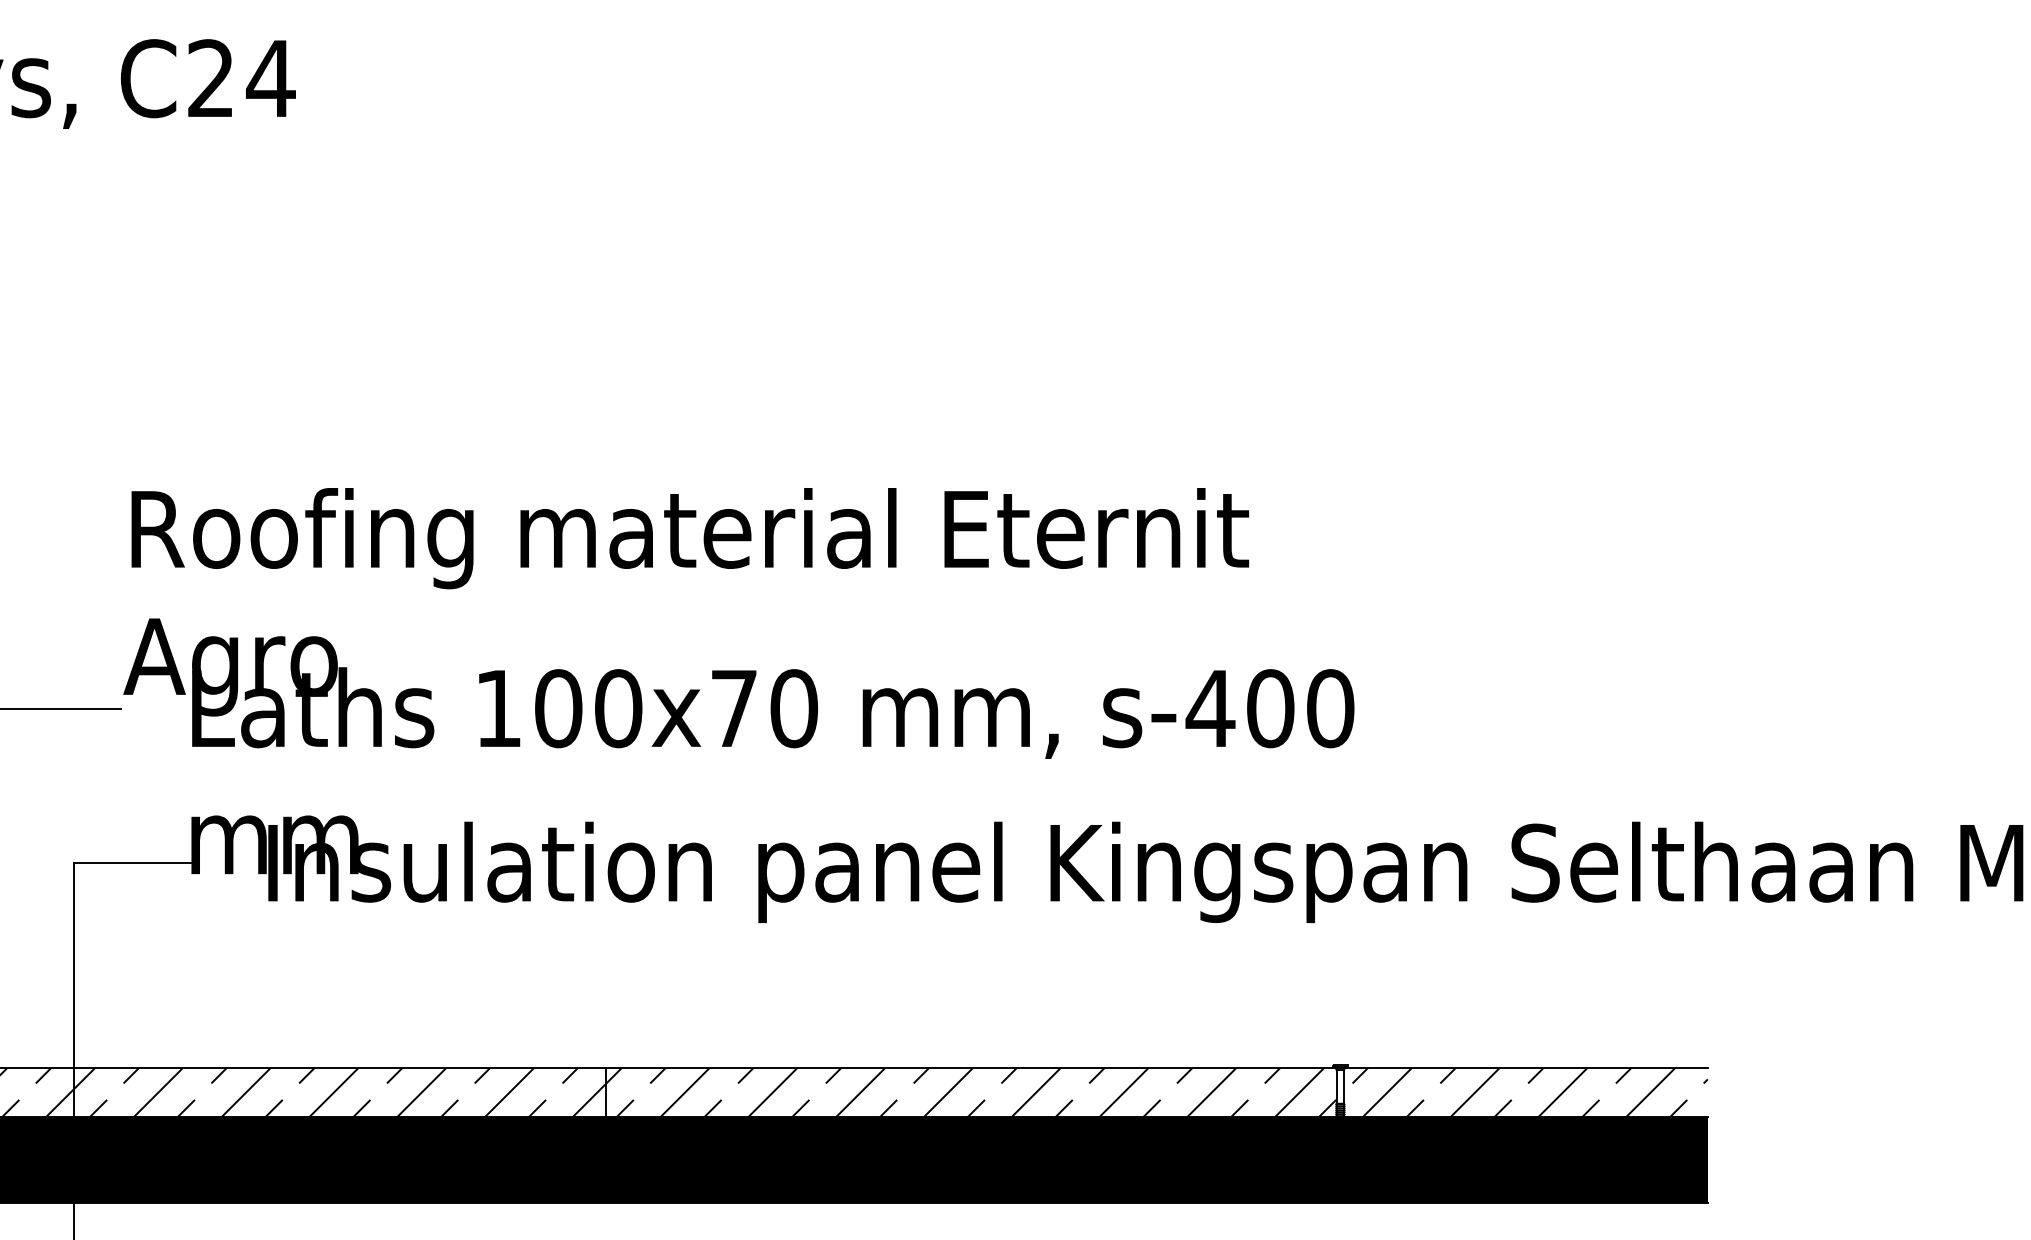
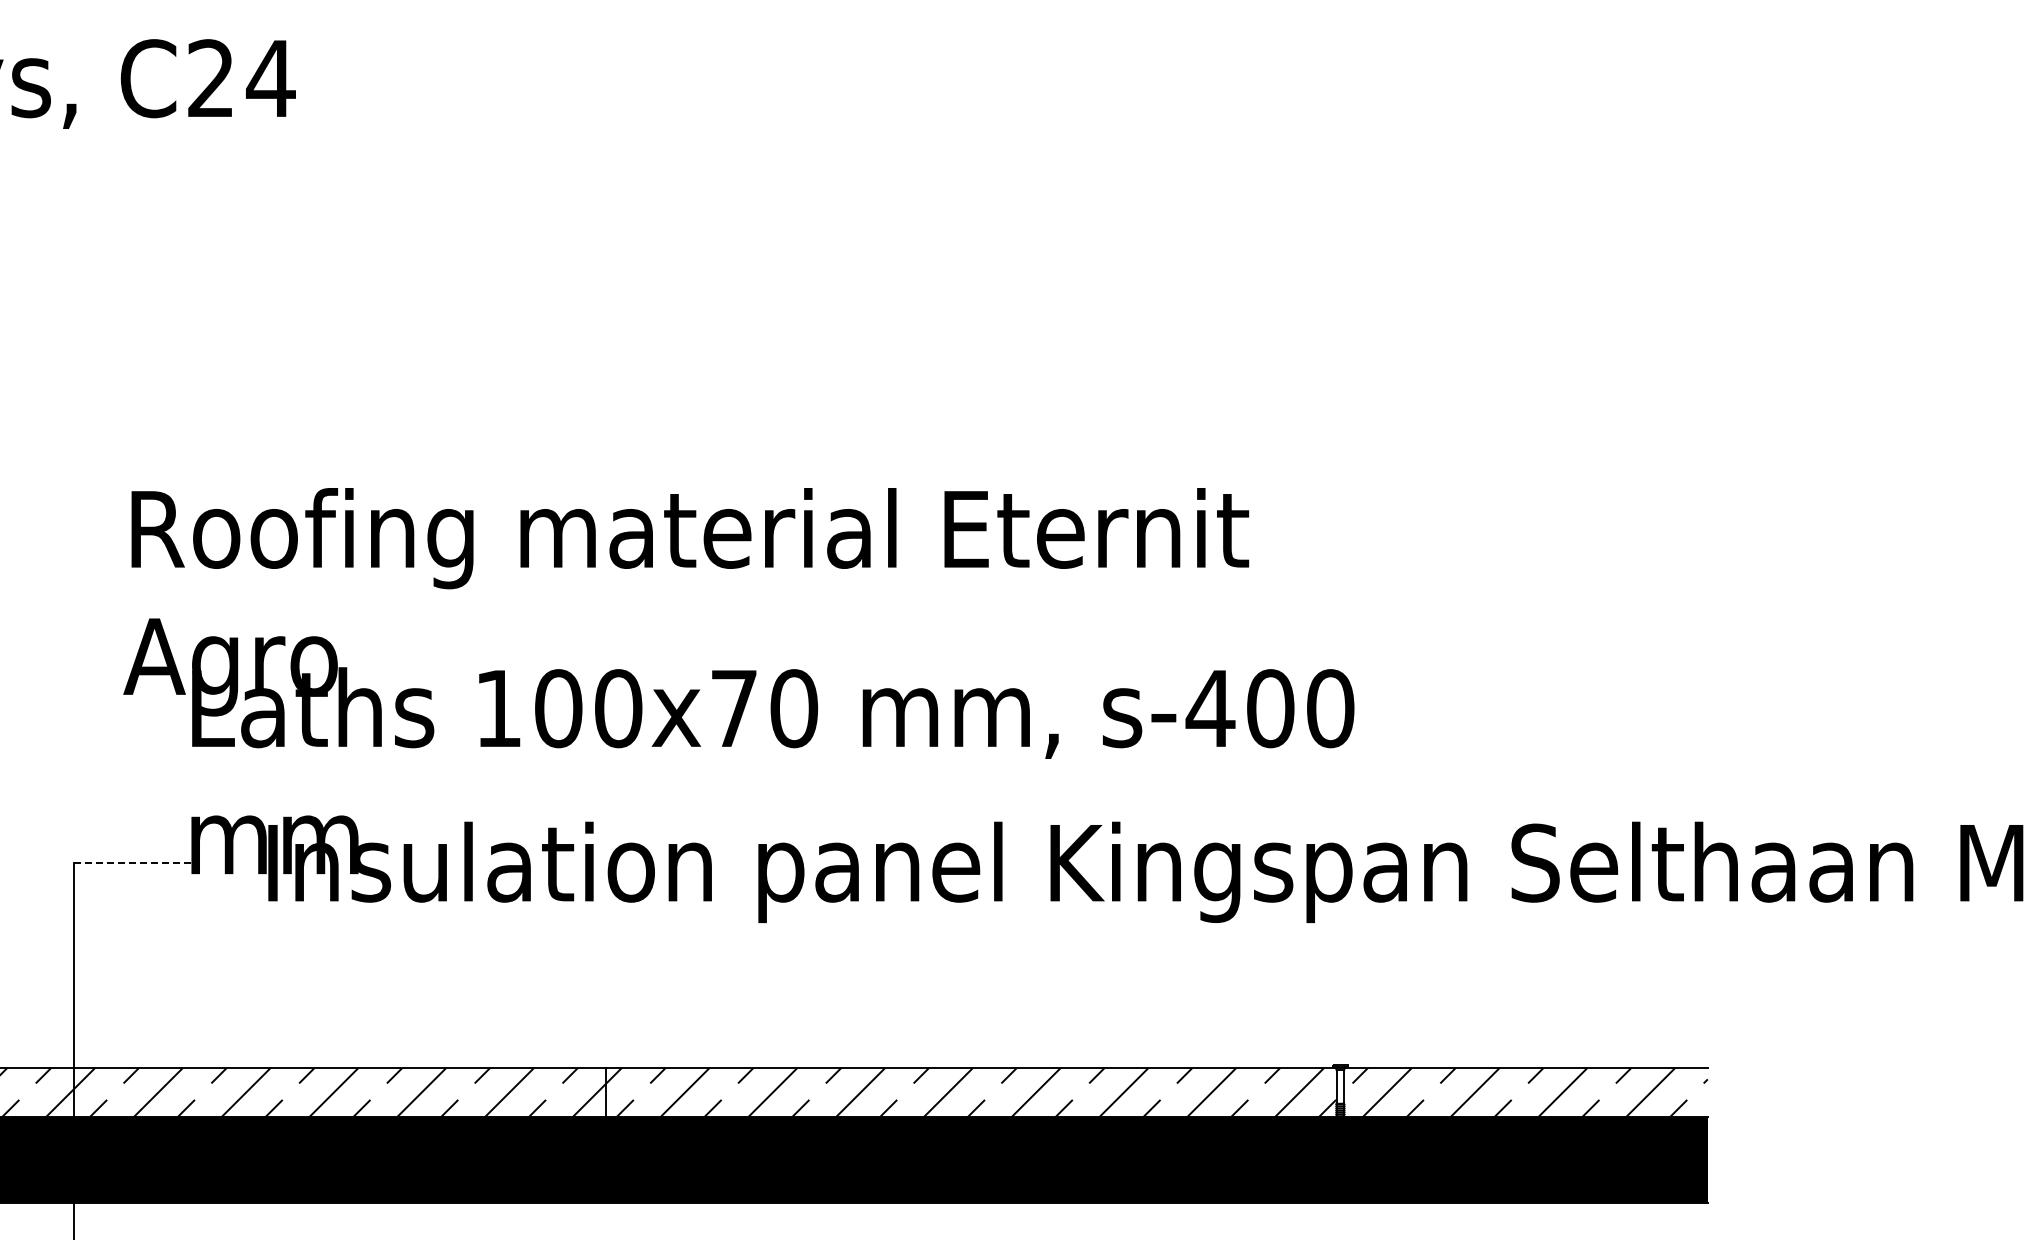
line at (61, 708): present -> none
line at (136, 863): solid -> dashed
